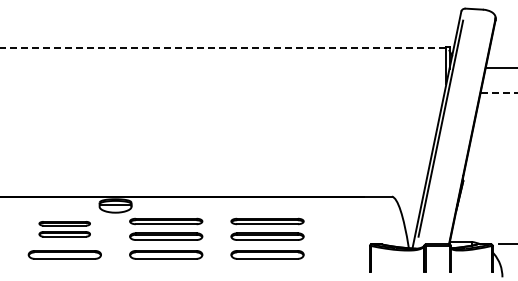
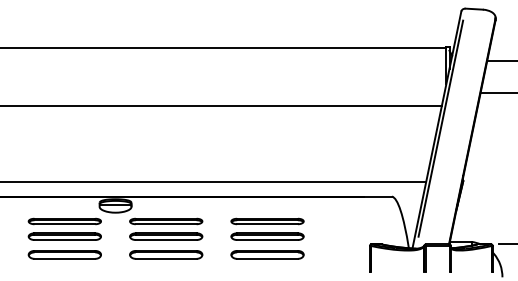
line at (223, 47): dashed -> solid
line at (500, 67) position: (500, 67) -> (500, 60)
line at (499, 92): dashed -> solid
line at (221, 105): none -> present
line at (214, 182): none -> present
part at (64, 229) size: 53x17 px -> 75x24 px
